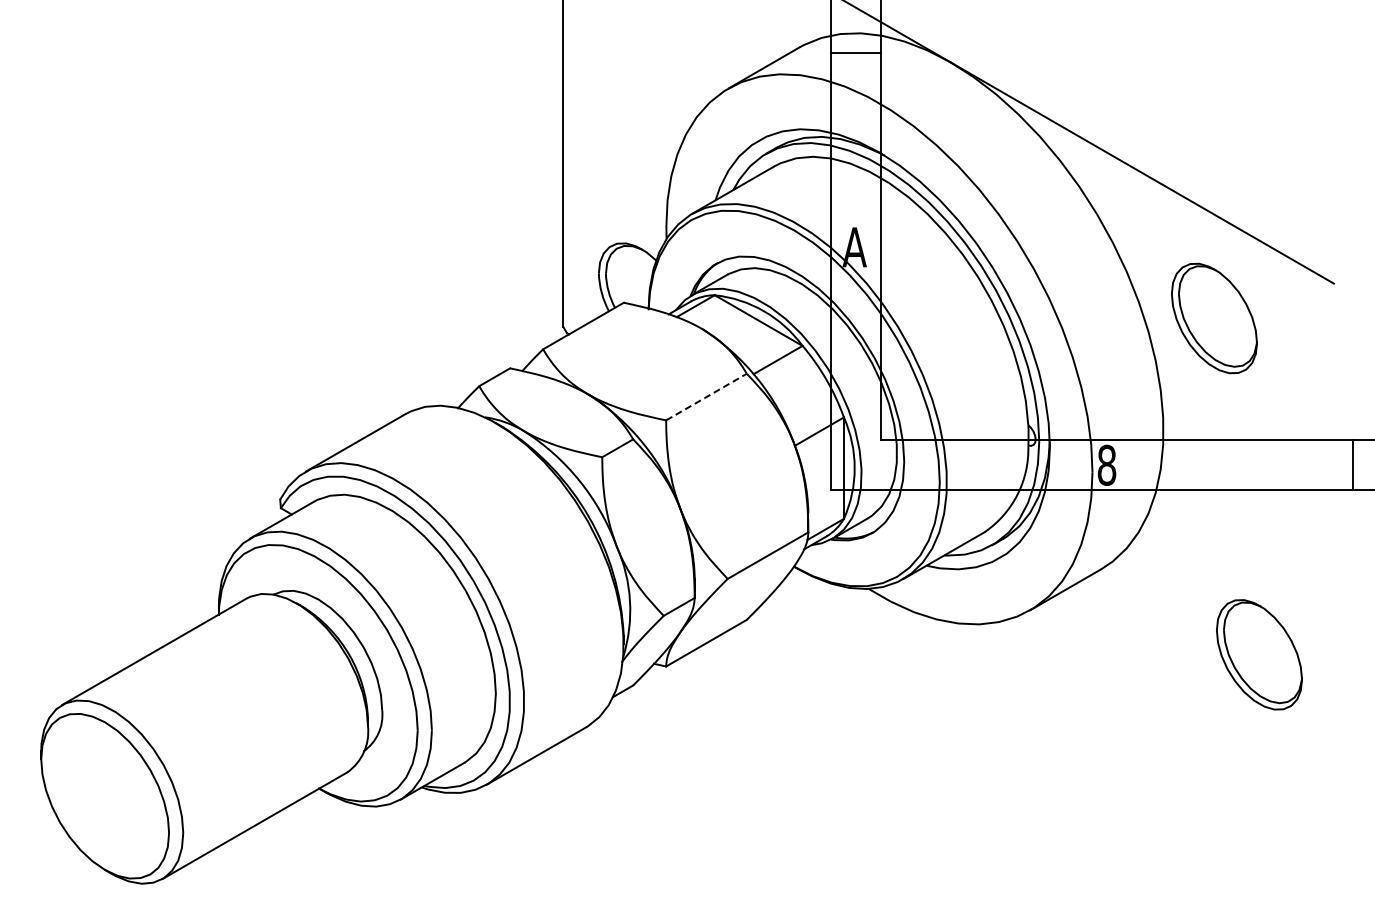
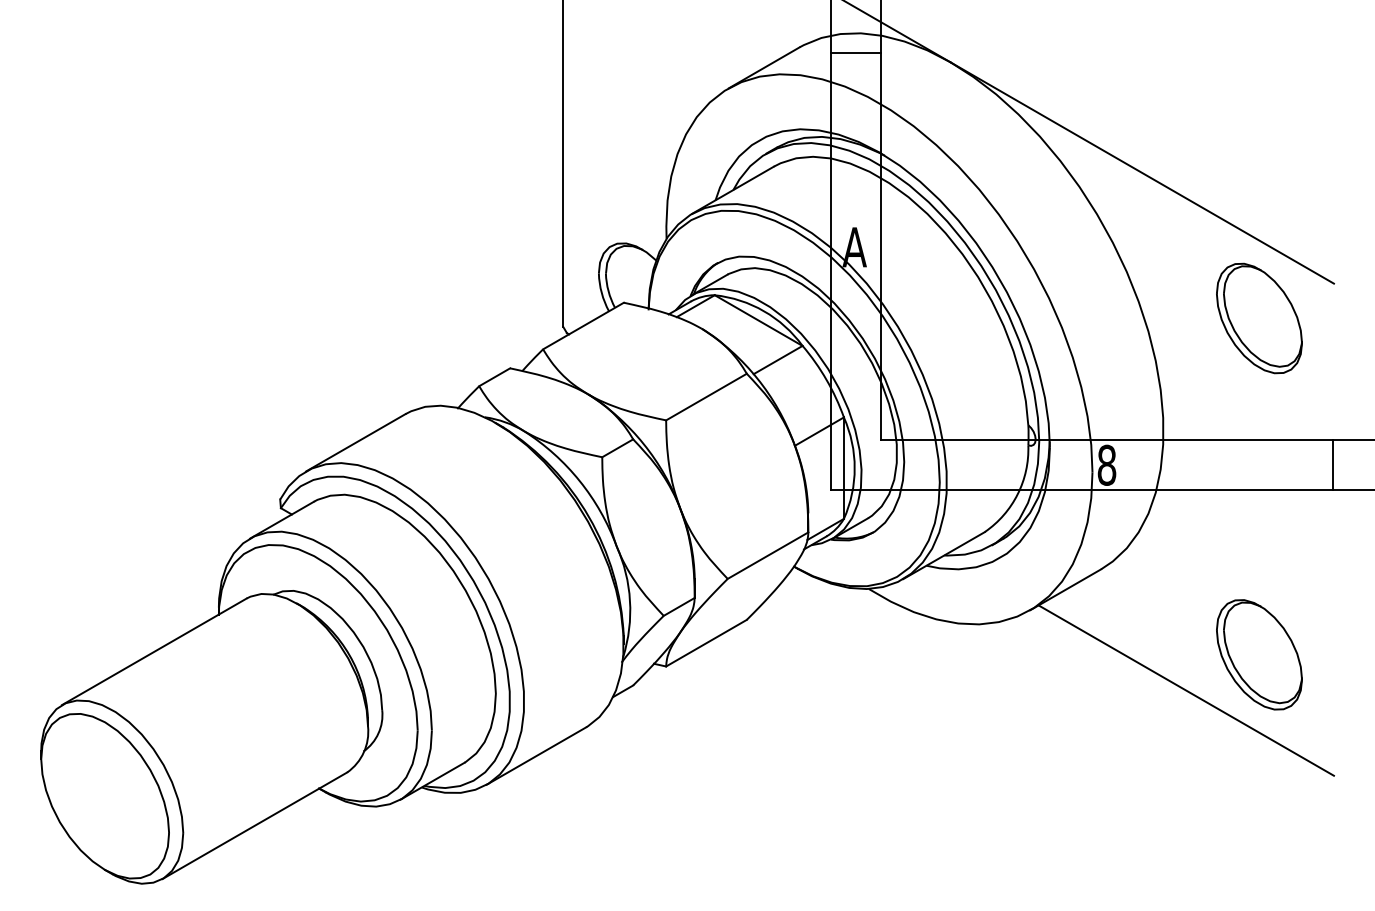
part at (1214, 318) position: (1214, 318) -> (1259, 318)
line at (706, 397): dashed -> solid
line at (1353, 465) position: (1353, 465) -> (1333, 465)
line at (1185, 690): none -> present
